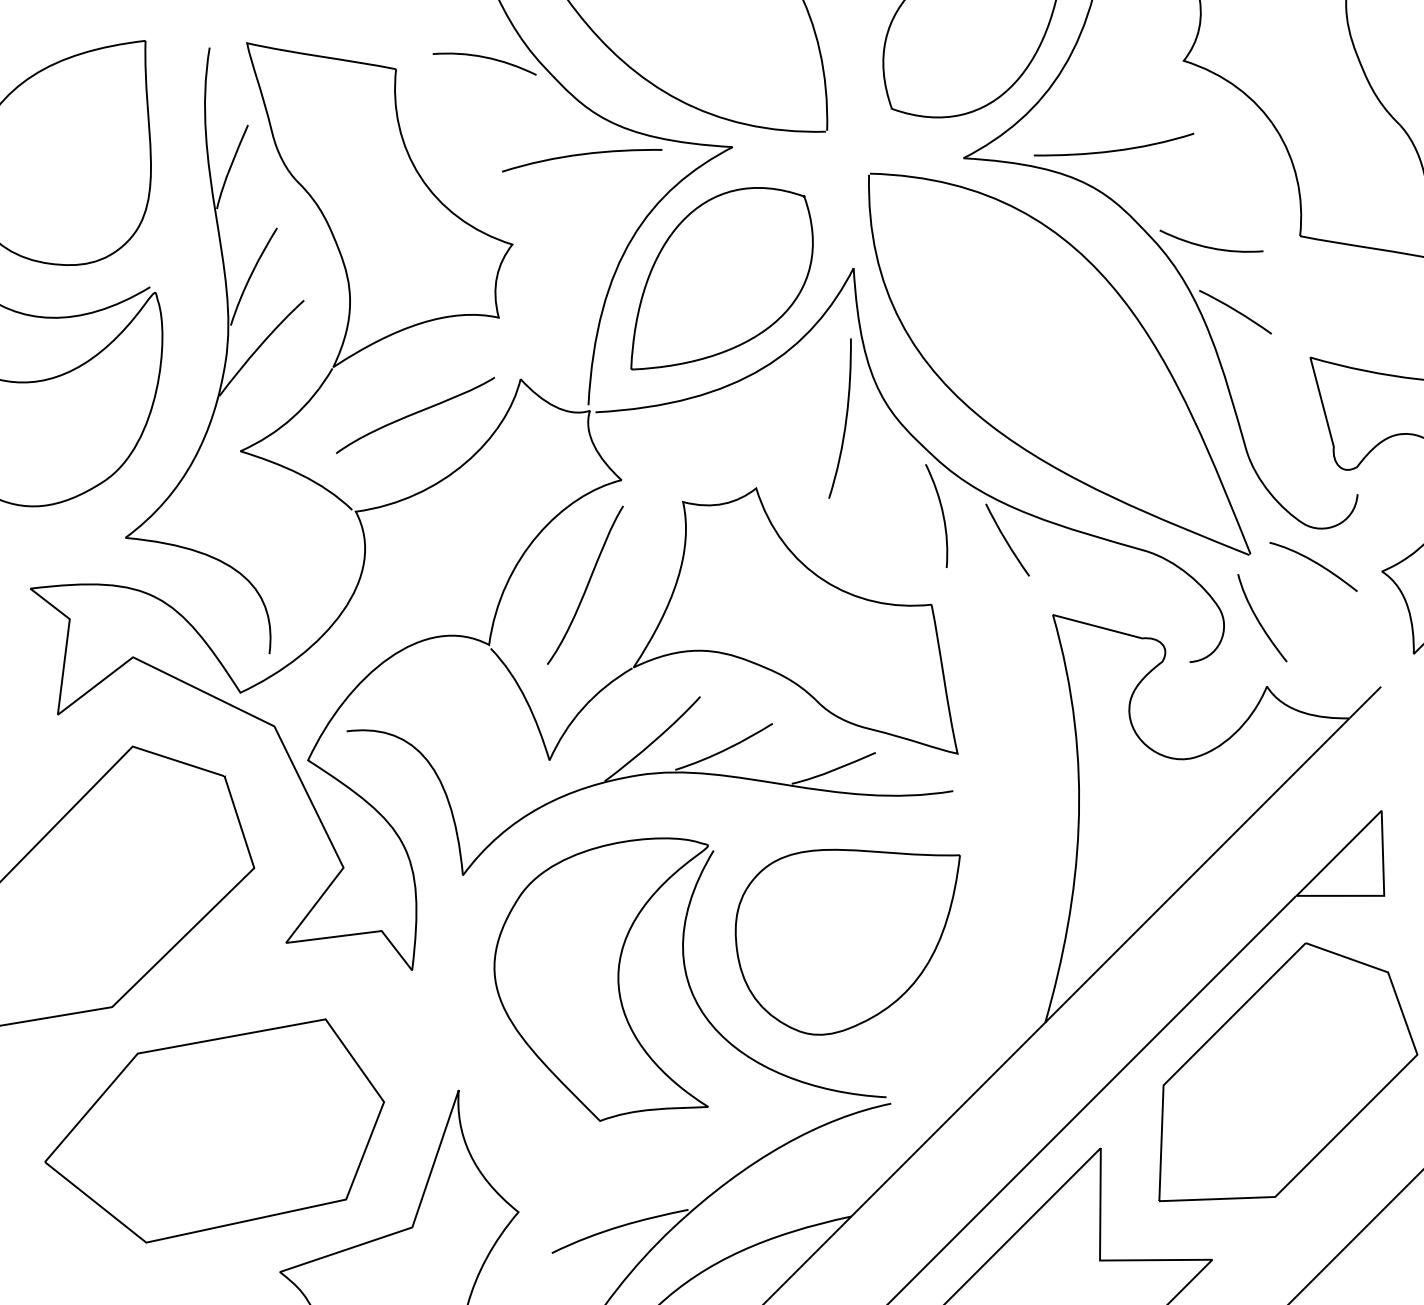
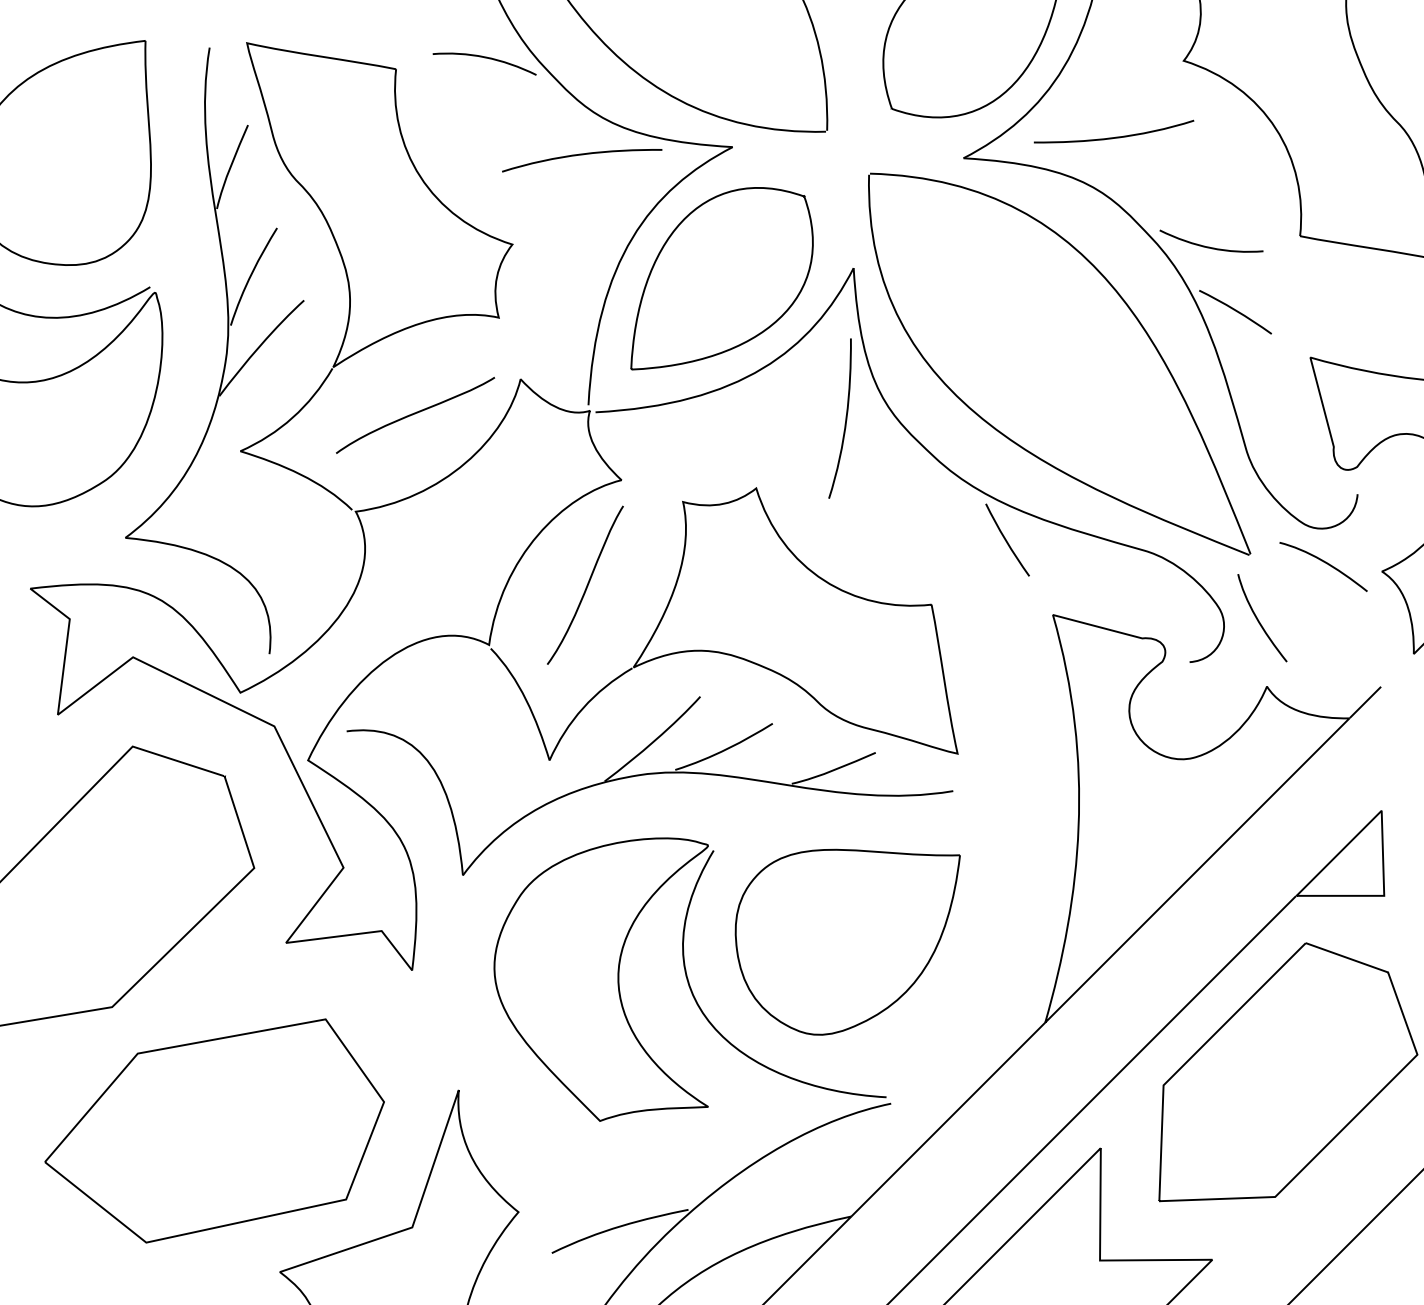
curve at (1115, 149) position: (1115, 149) -> (1115, 136)
curve at (941, 512): present -> none
curve at (1315, 563) position: (1315, 563) -> (1325, 563)
